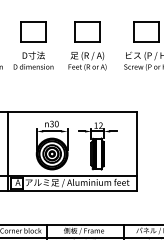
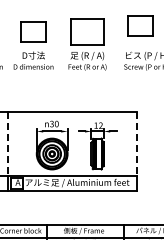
part at (87, 31) size: 27x22 px -> 35x28 px
part at (146, 31) position: (146, 31) -> (140, 25)
line at (8, 144): solid -> dashed
line at (136, 144): solid -> dashed
